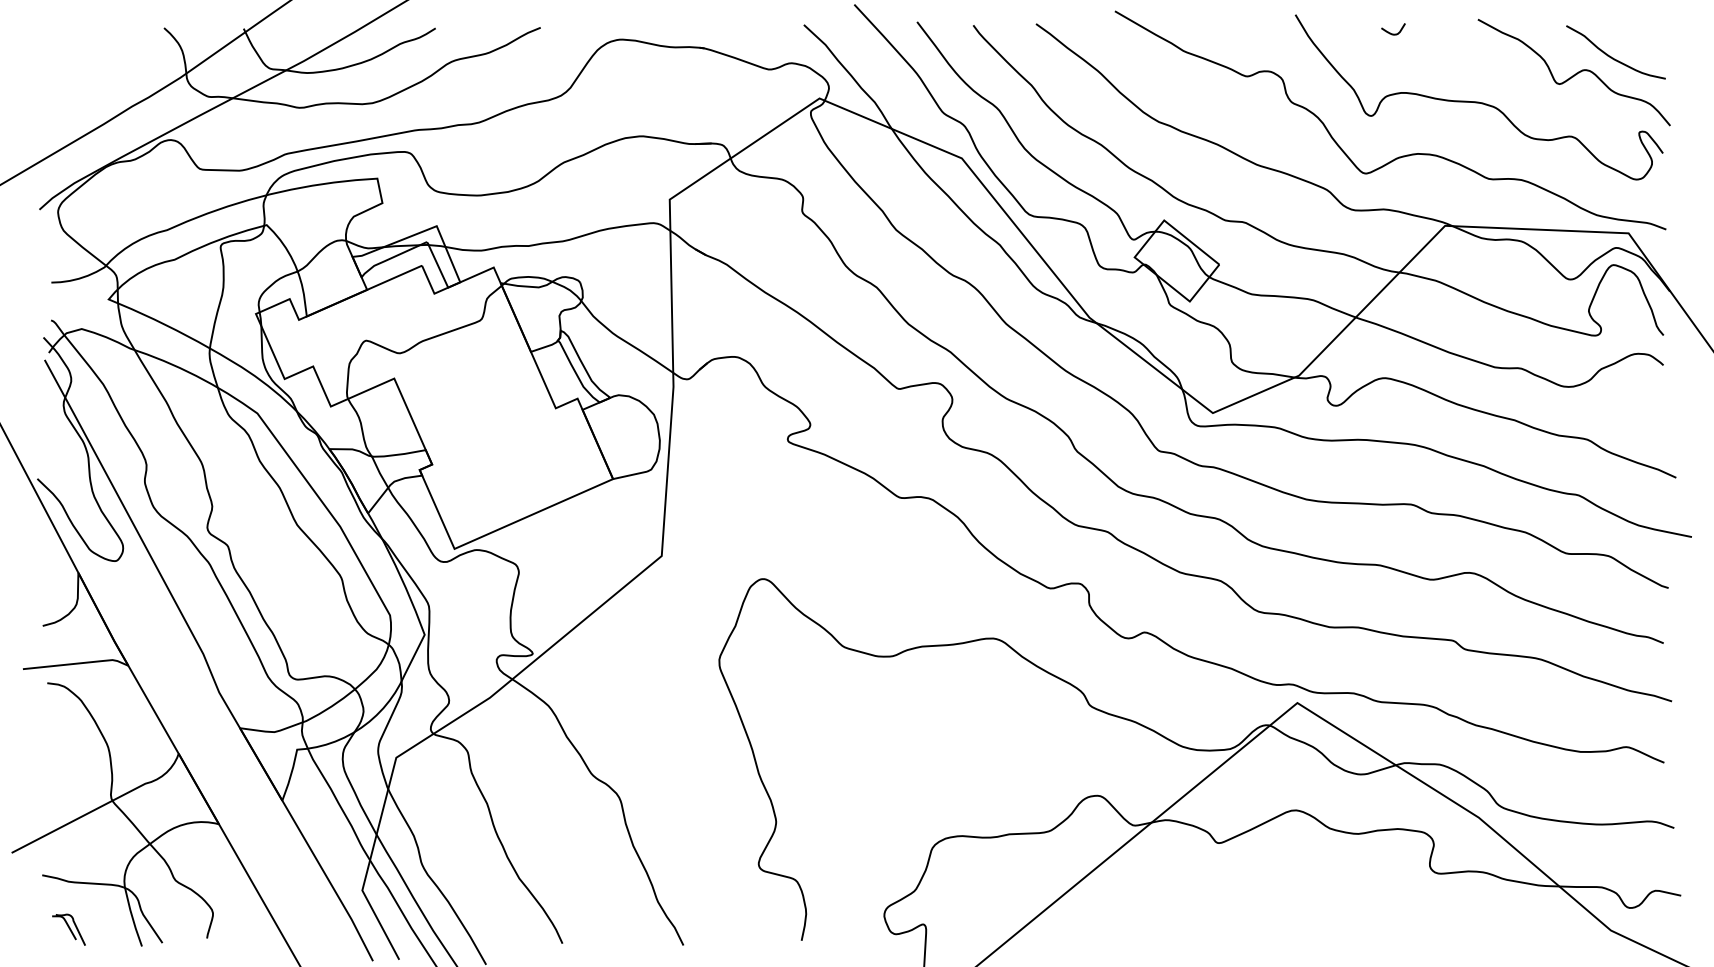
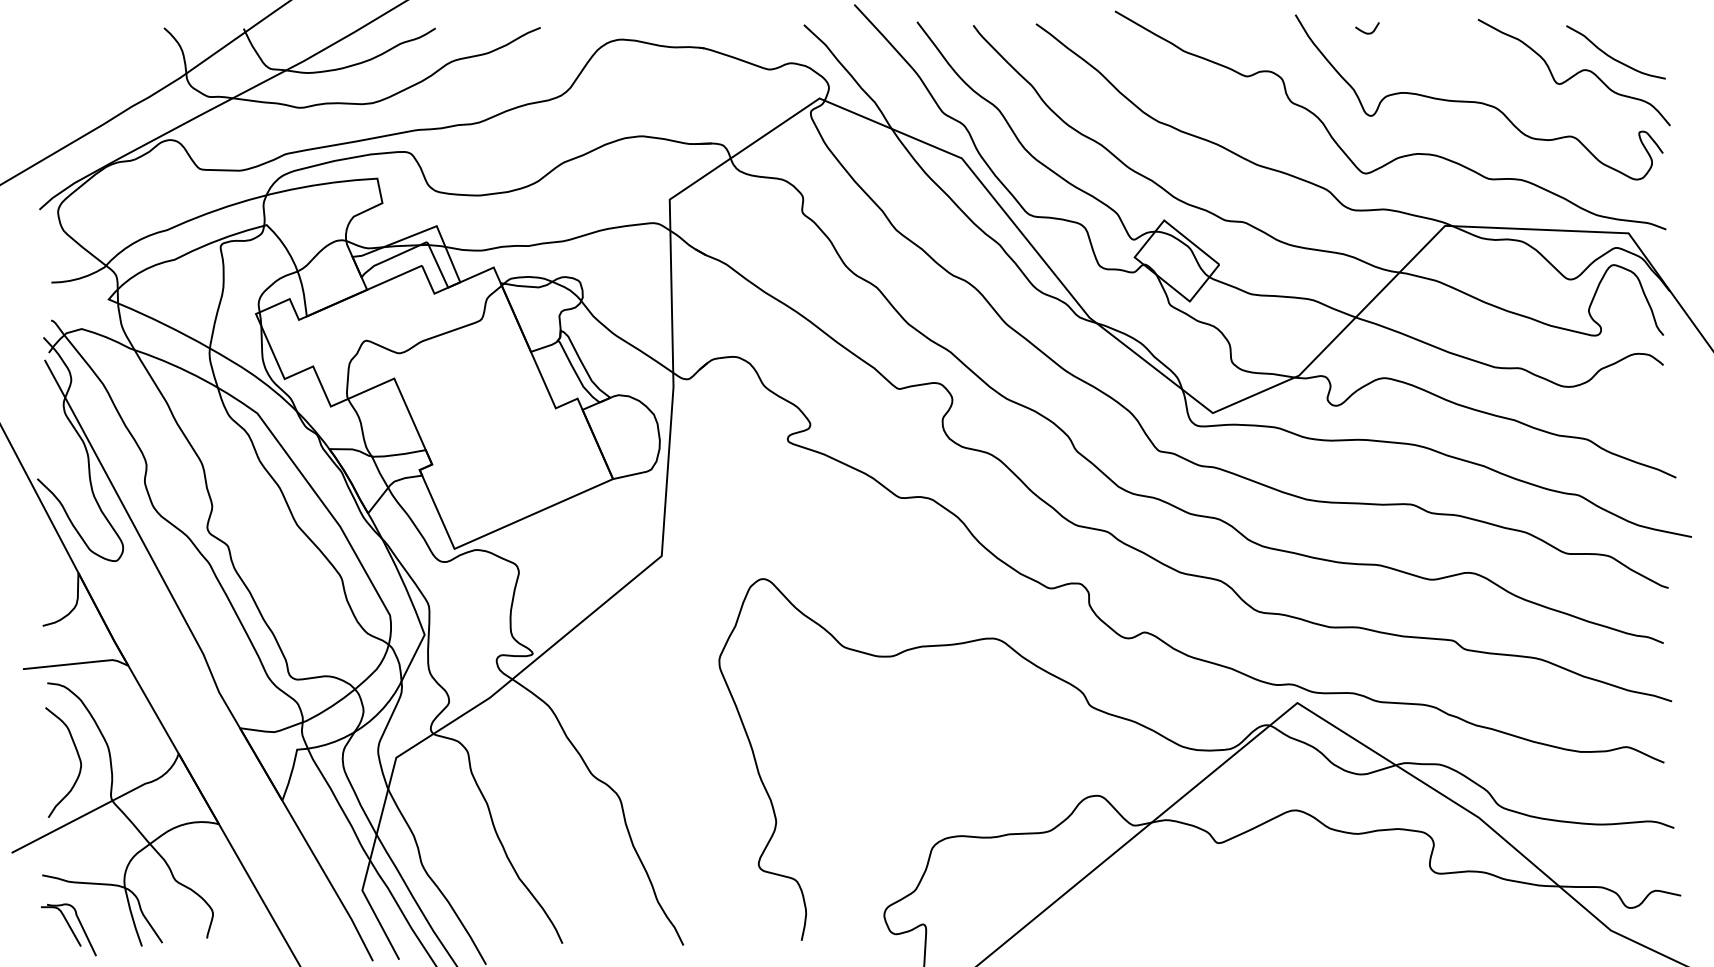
curve at (1393, 33) position: (1393, 33) -> (1367, 32)
curve at (78, 758): none -> present
part at (68, 929) size: 34x33 px -> 56x54 px
